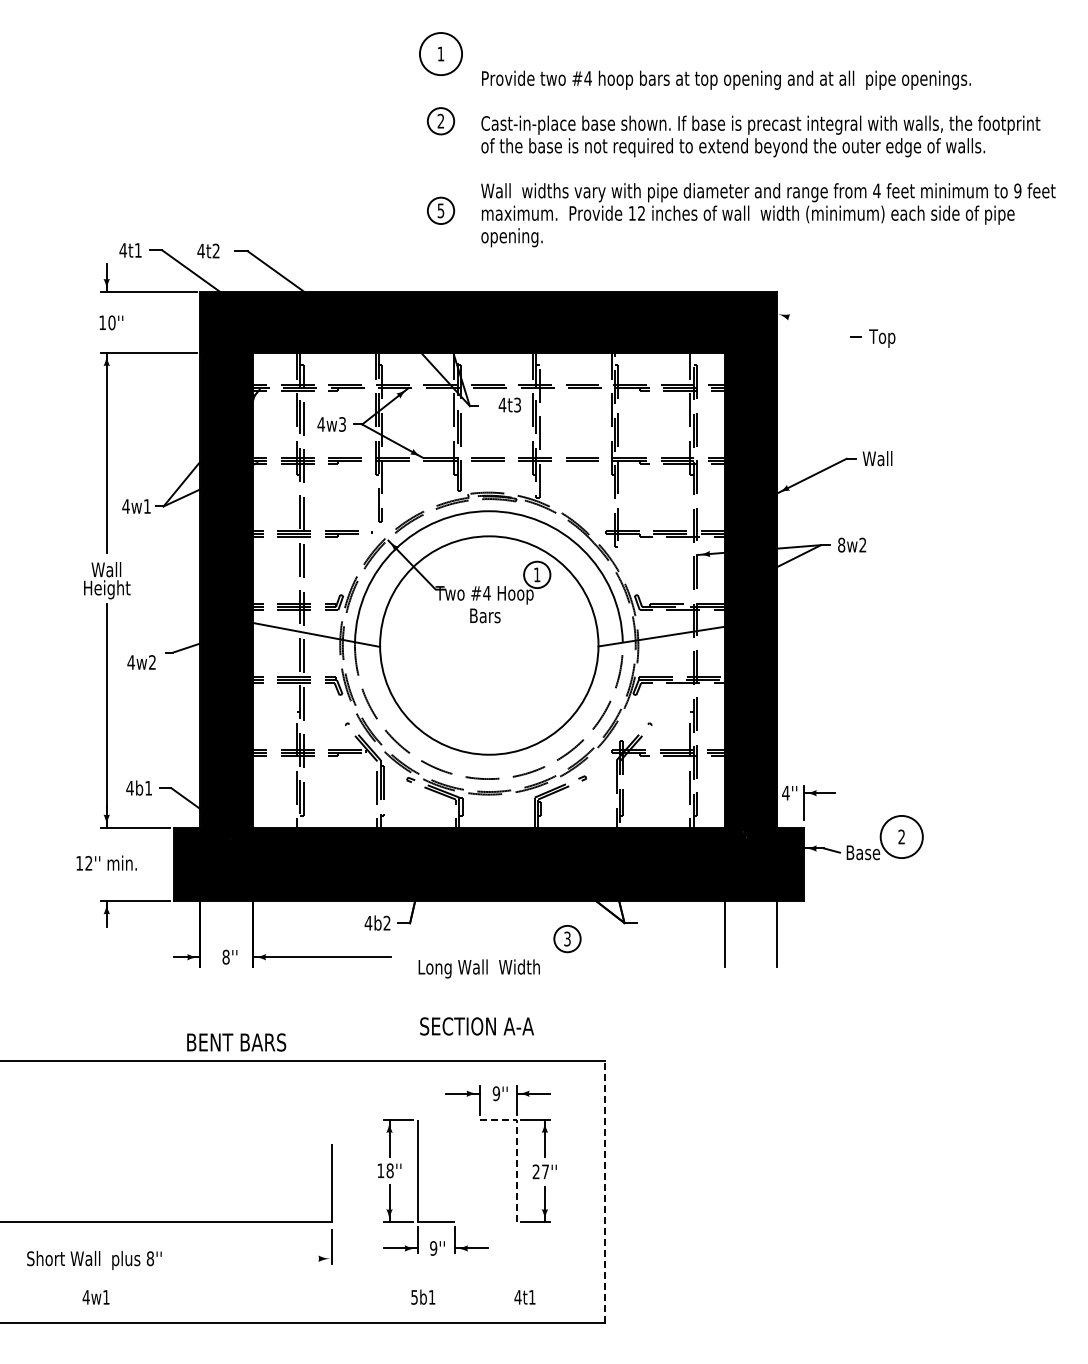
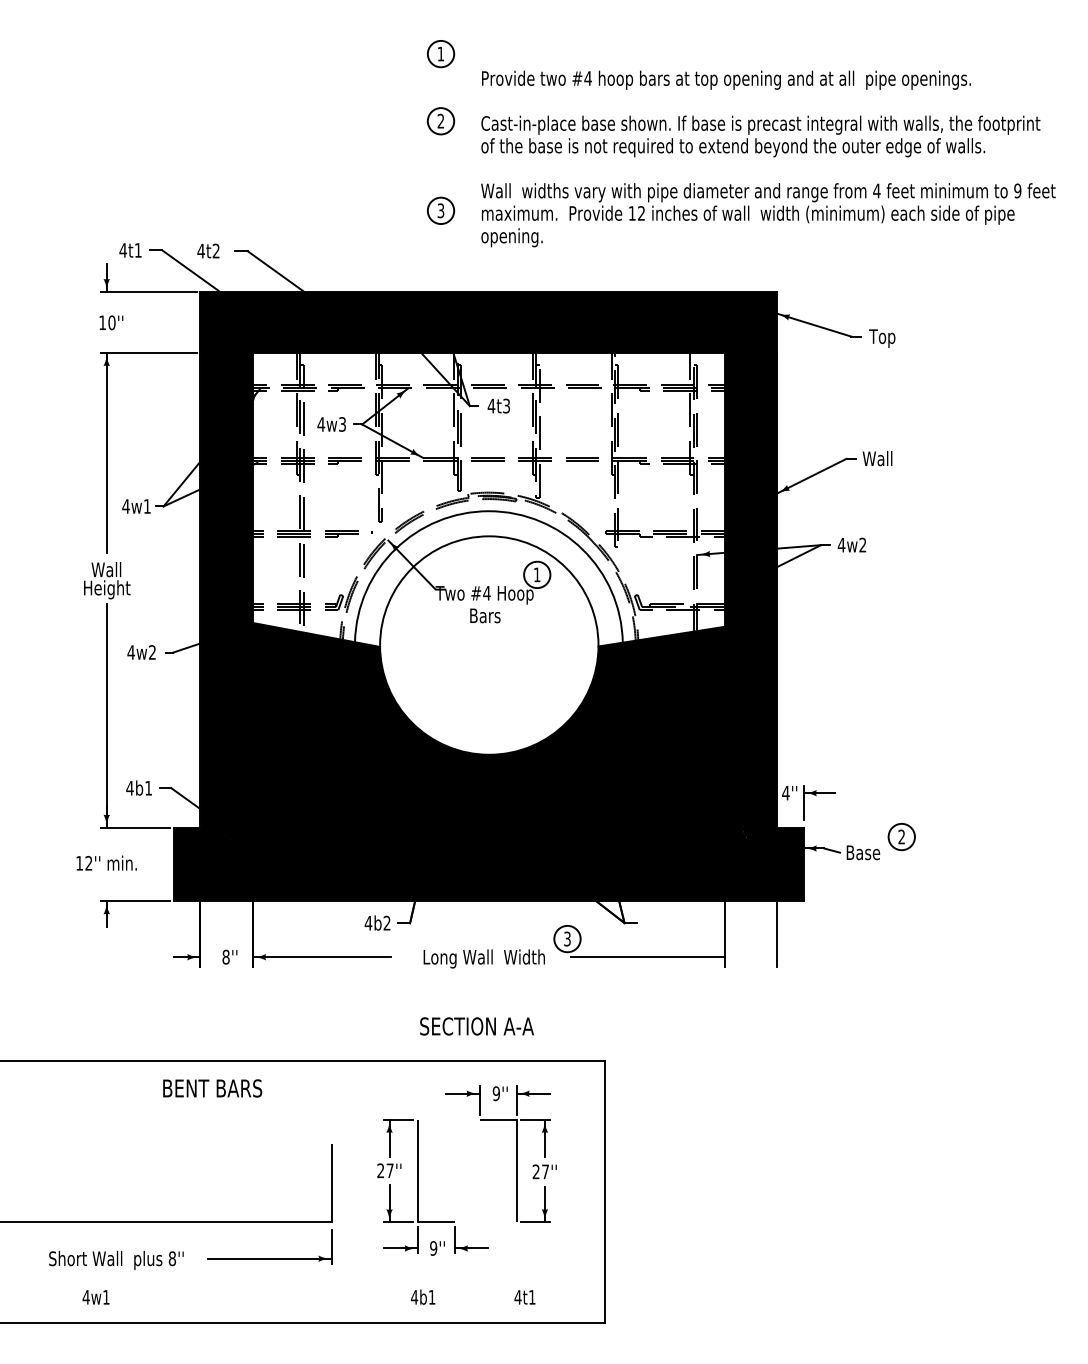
circle at (440, 54) diameter: 42 px -> 26 px
text at (441, 210): 5 -> 3
line at (813, 324): none -> present
text at (509, 404) position: (509, 404) -> (498, 405)
text at (841, 544): 8w2 -> 4w2
text at (141, 662) position: (141, 662) -> (141, 652)
fill at (488, 724): none -> present
circle at (901, 836) diameter: 42 px -> 26 px
line at (647, 957): none -> present
text at (478, 968) position: (478, 968) -> (483, 958)
text at (236, 1042) position: (236, 1042) -> (212, 1088)
line at (516, 1152): dashed -> solid
text at (385, 1170): 18'' -> 27''
line at (604, 1192): dashed -> solid
line at (269, 1258): none -> present
text at (94, 1260) position: (94, 1260) -> (116, 1260)
text at (414, 1297): 5b1 -> 4b1
